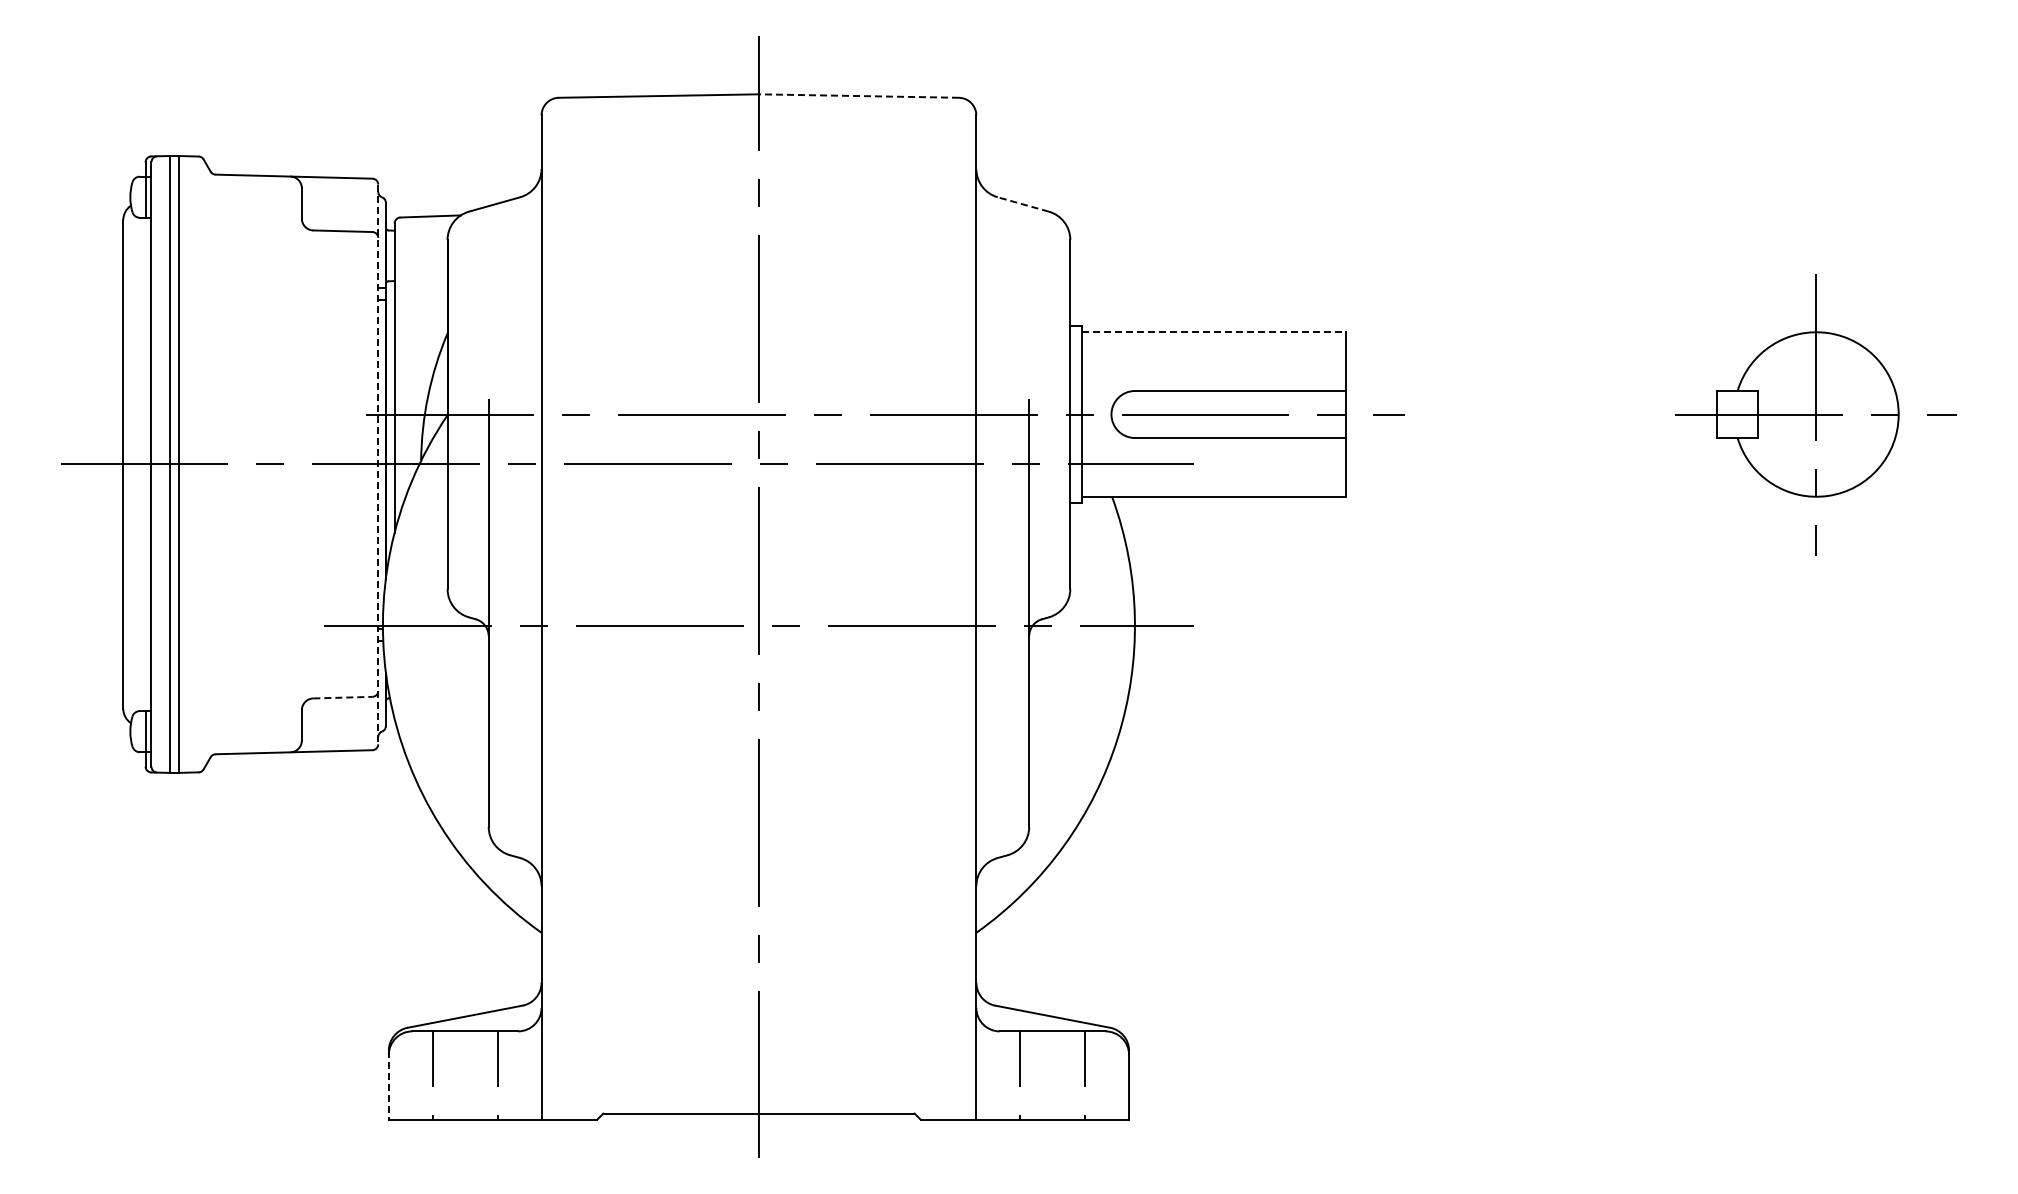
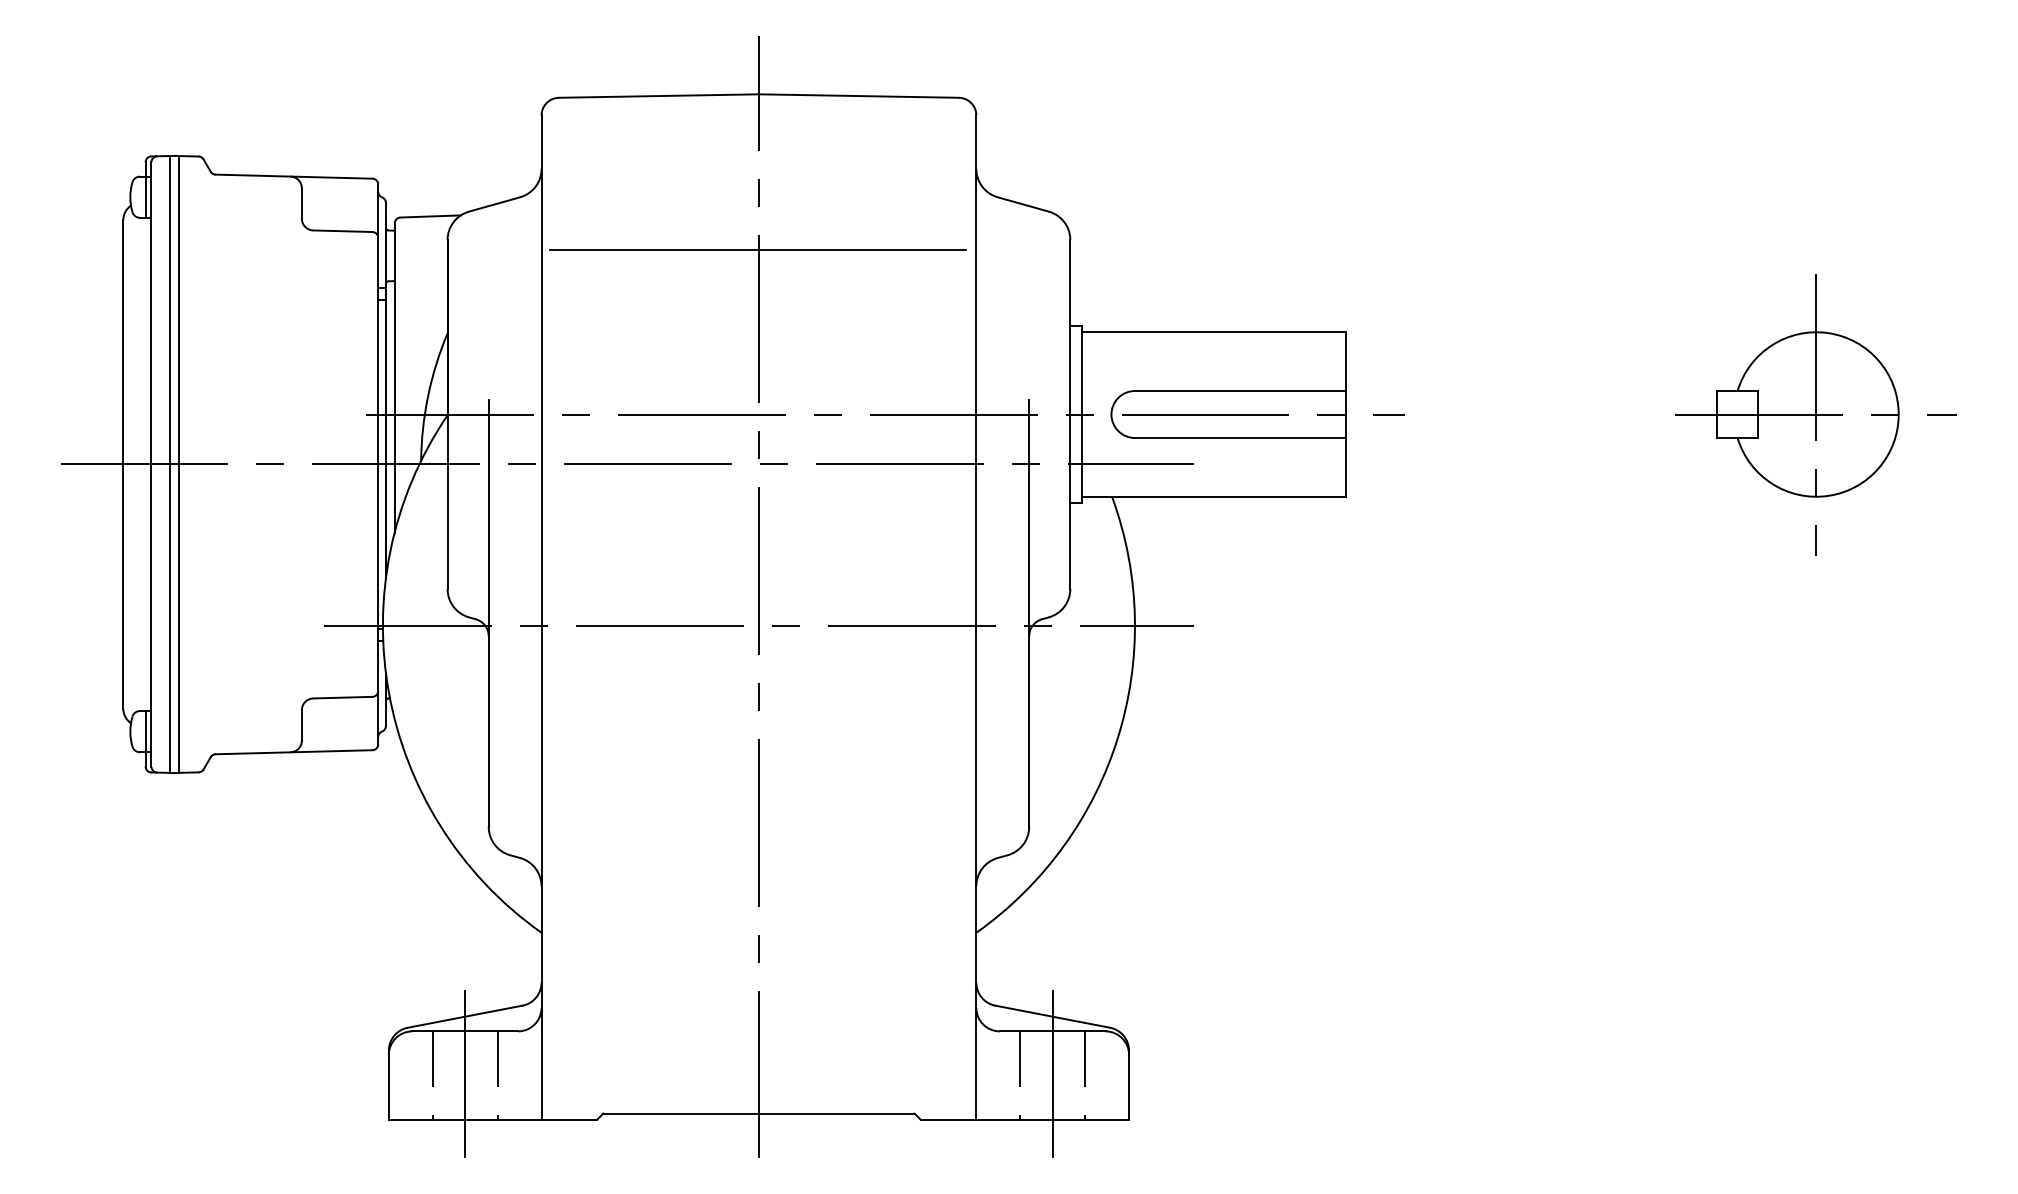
line at (858, 96): dashed -> solid
line at (1023, 204): dashed -> solid
line at (758, 250): none -> present
line at (1214, 332): dashed -> solid
line at (378, 464): dashed -> solid
line at (342, 697): dashed -> solid
line at (465, 1075): none -> present
line at (1052, 1075): none -> present
line at (388, 1085): dashed -> solid
